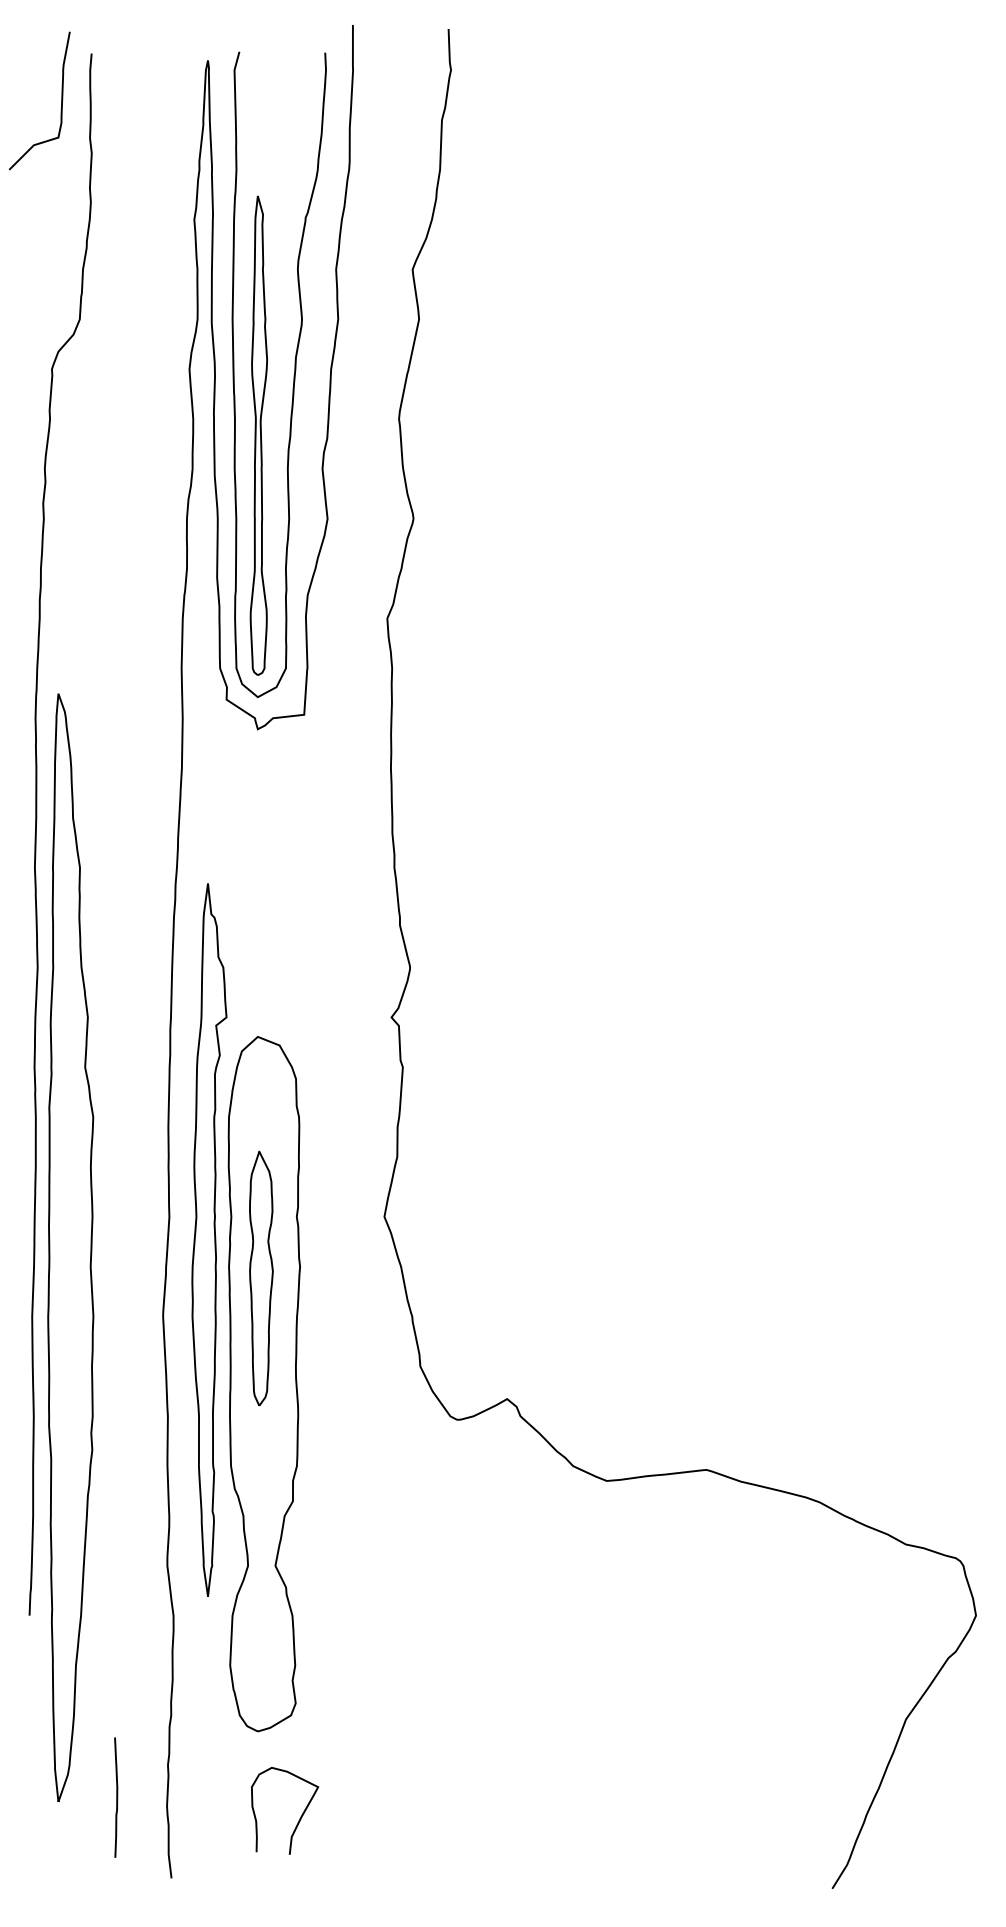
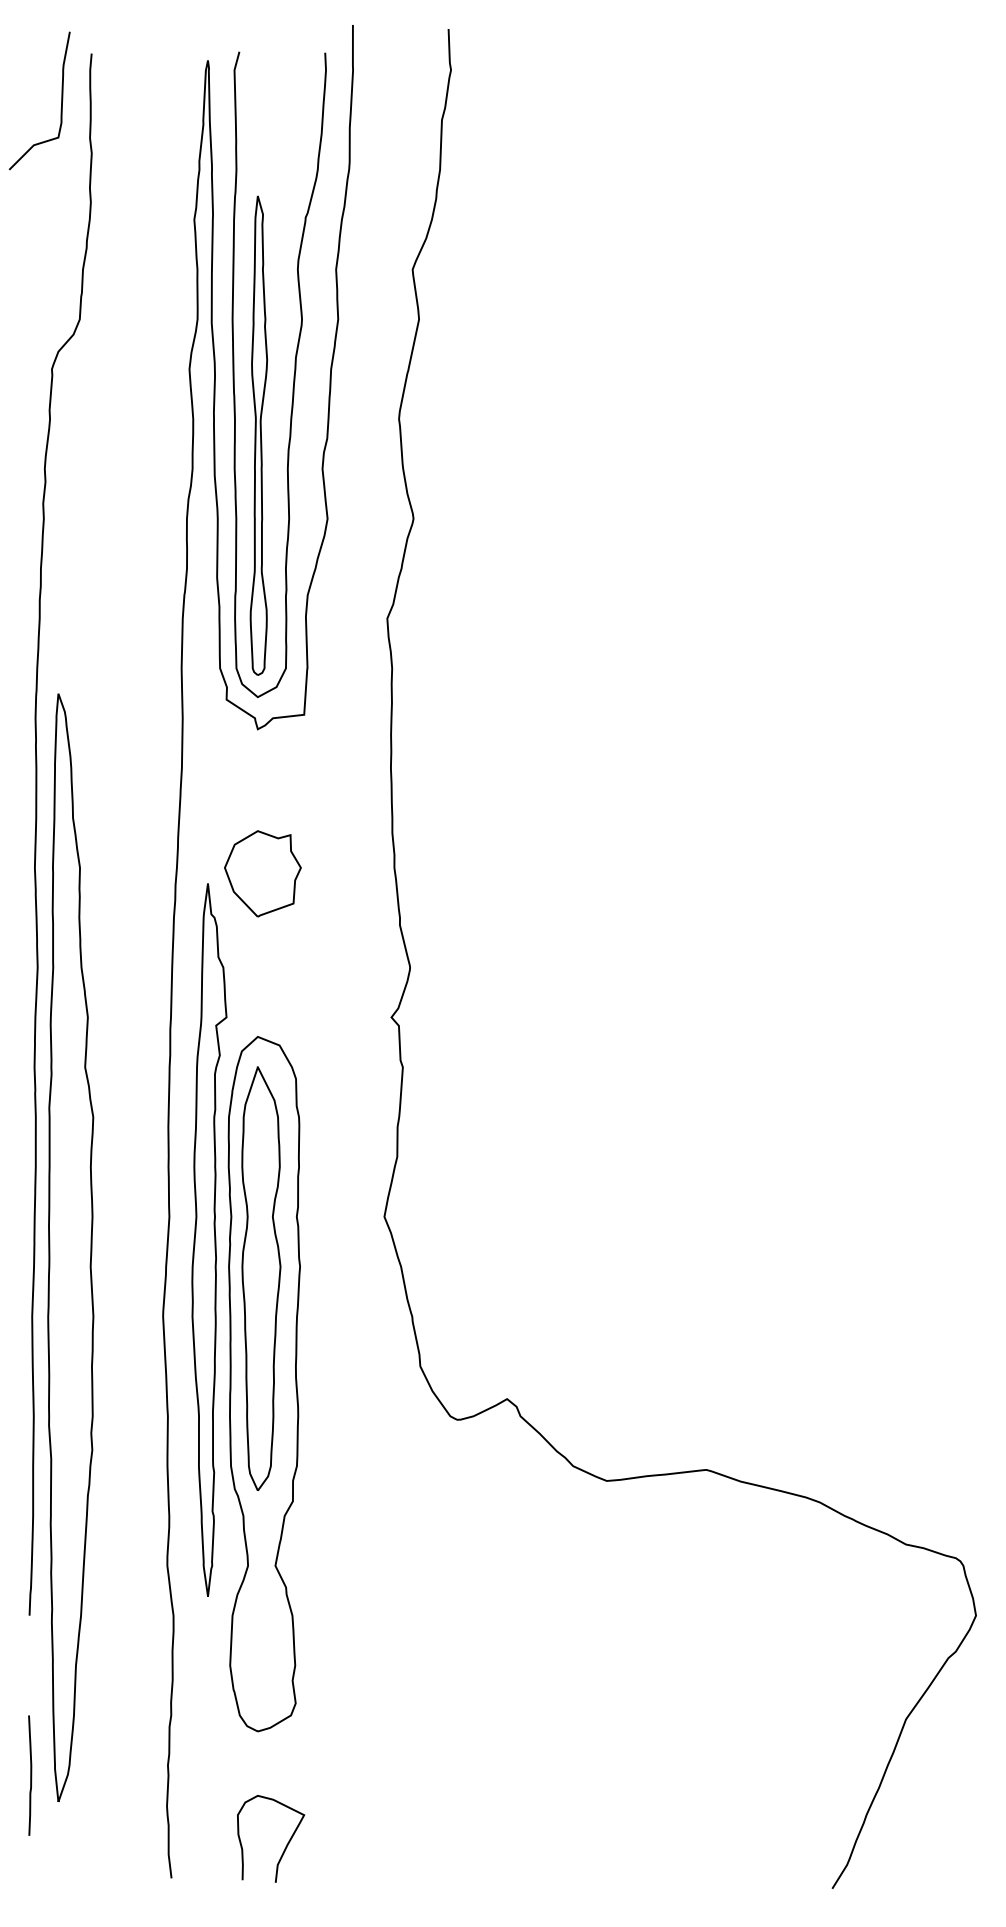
part at (262, 873): none -> present
part at (261, 1277) size: 25x256 px -> 41x425 px
curve at (116, 1797) position: (116, 1797) -> (30, 1775)
curve at (299, 1818) position: (299, 1818) -> (285, 1846)
